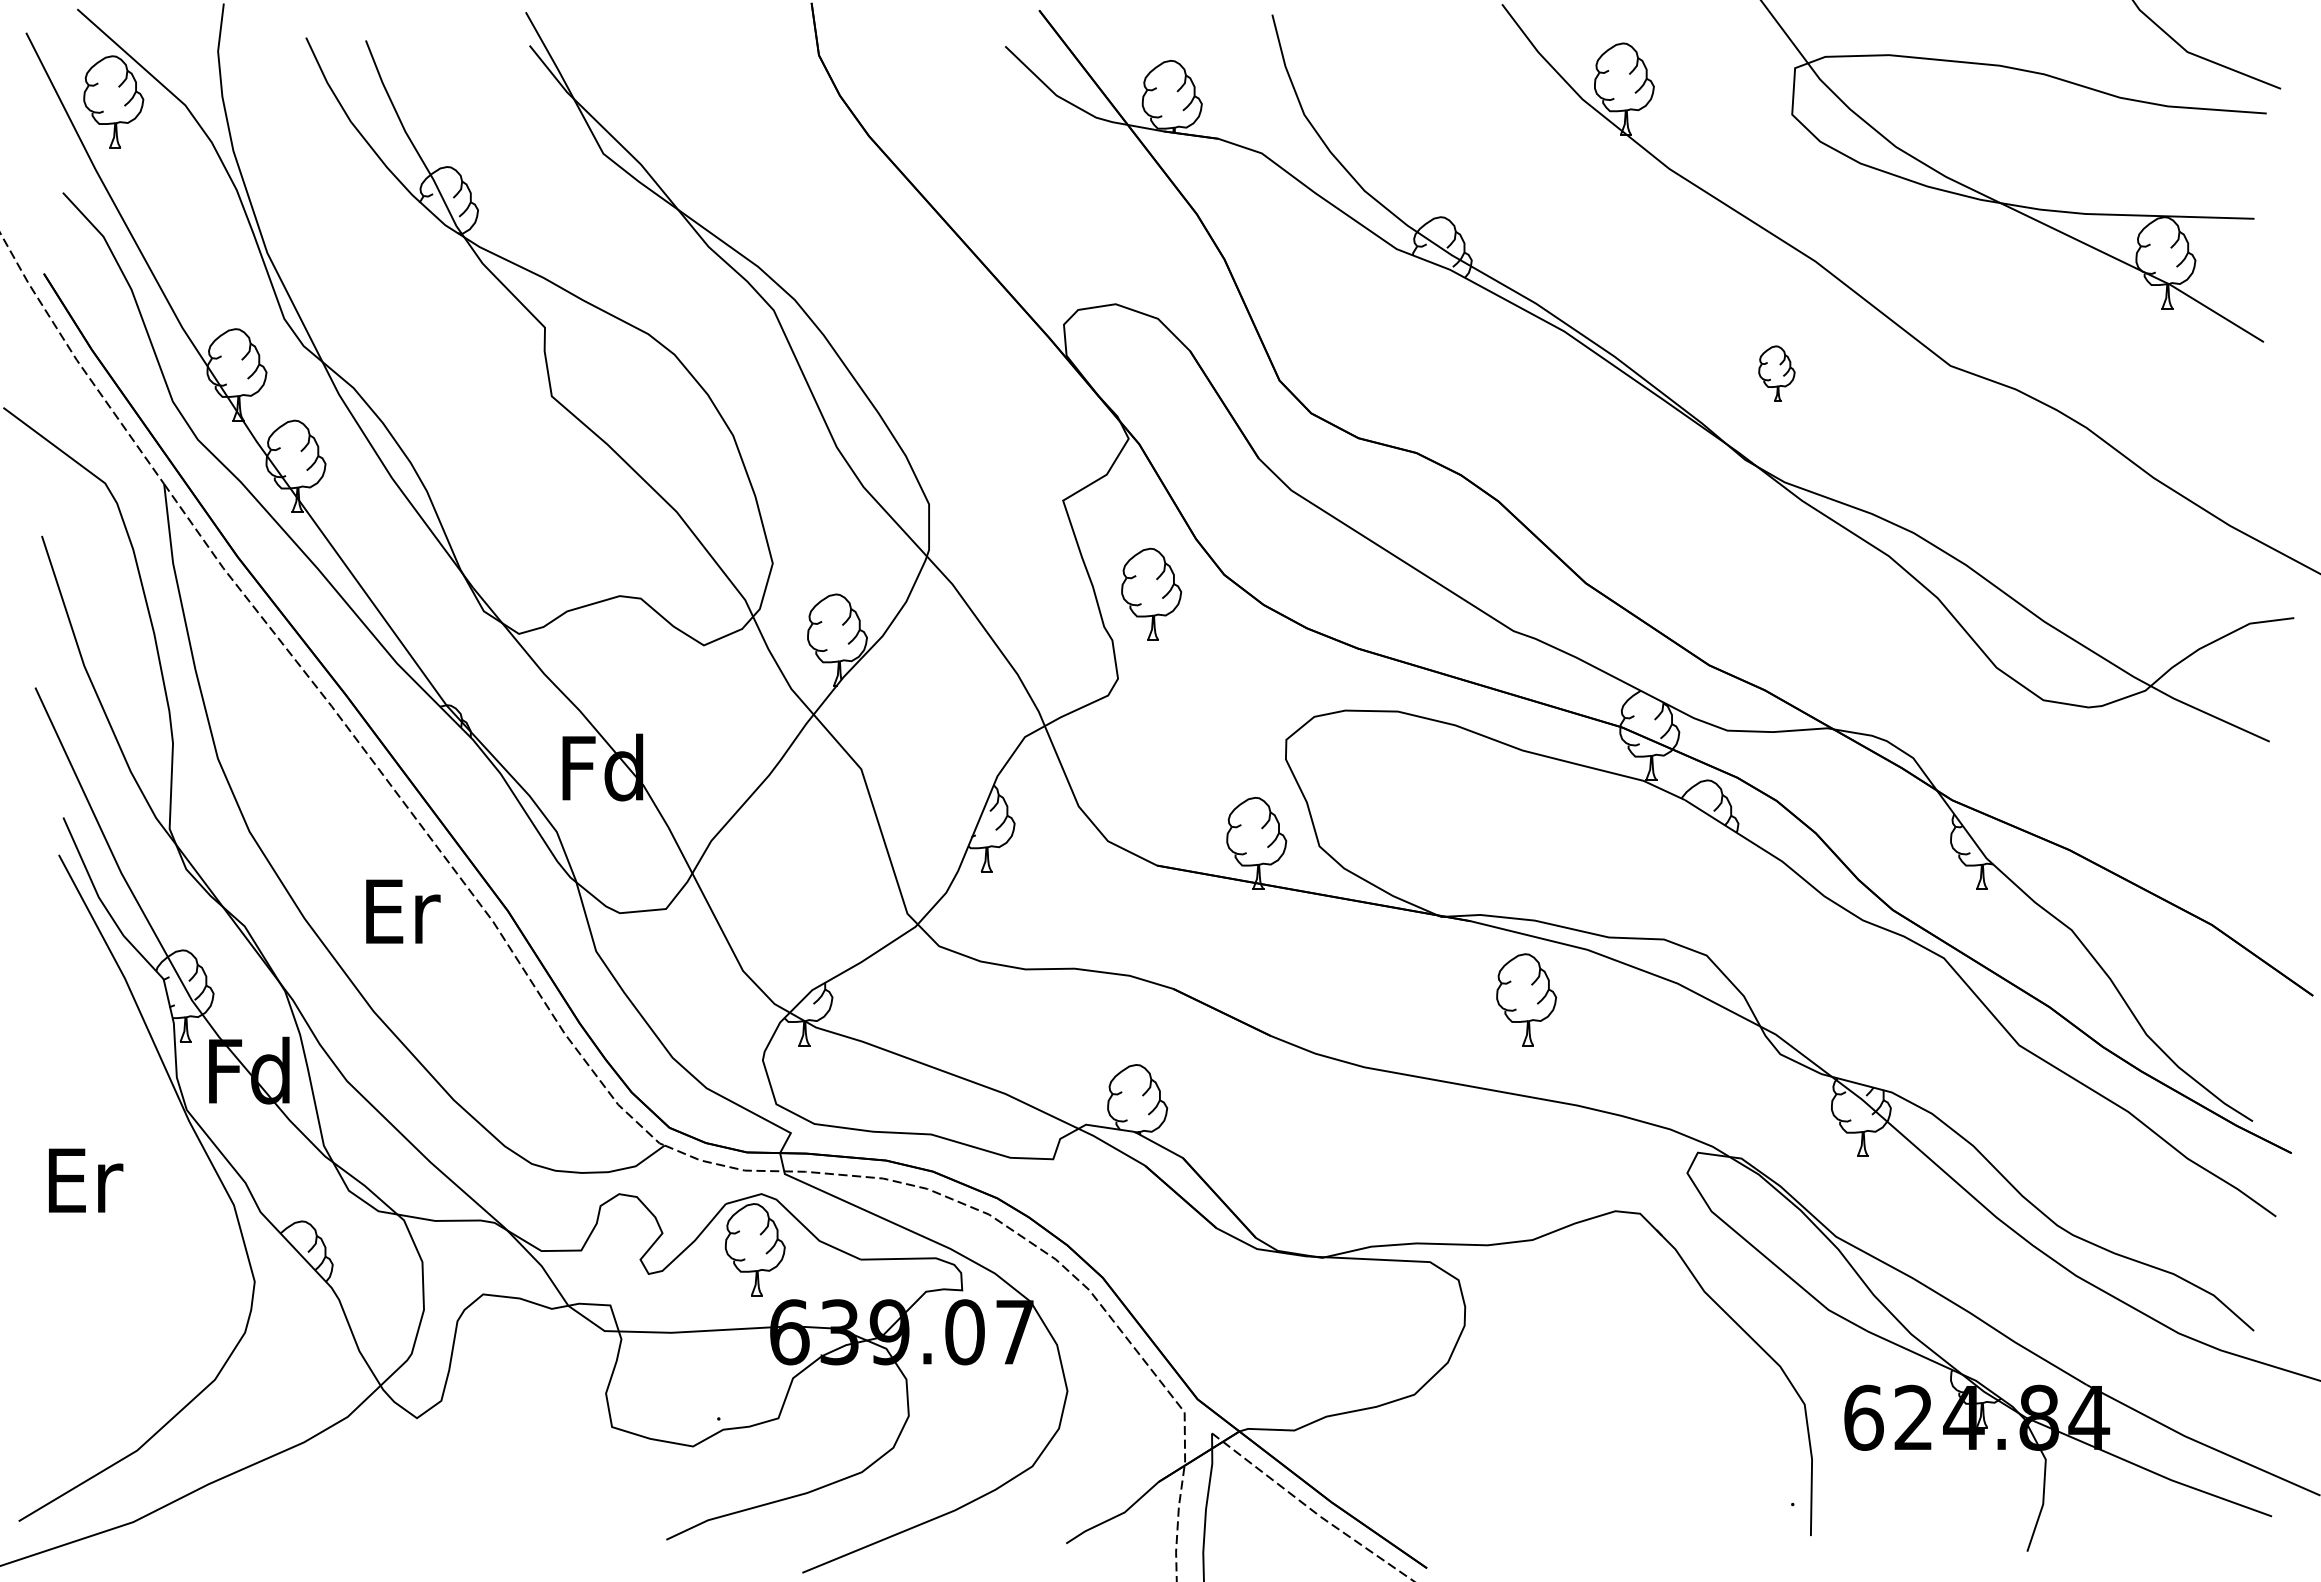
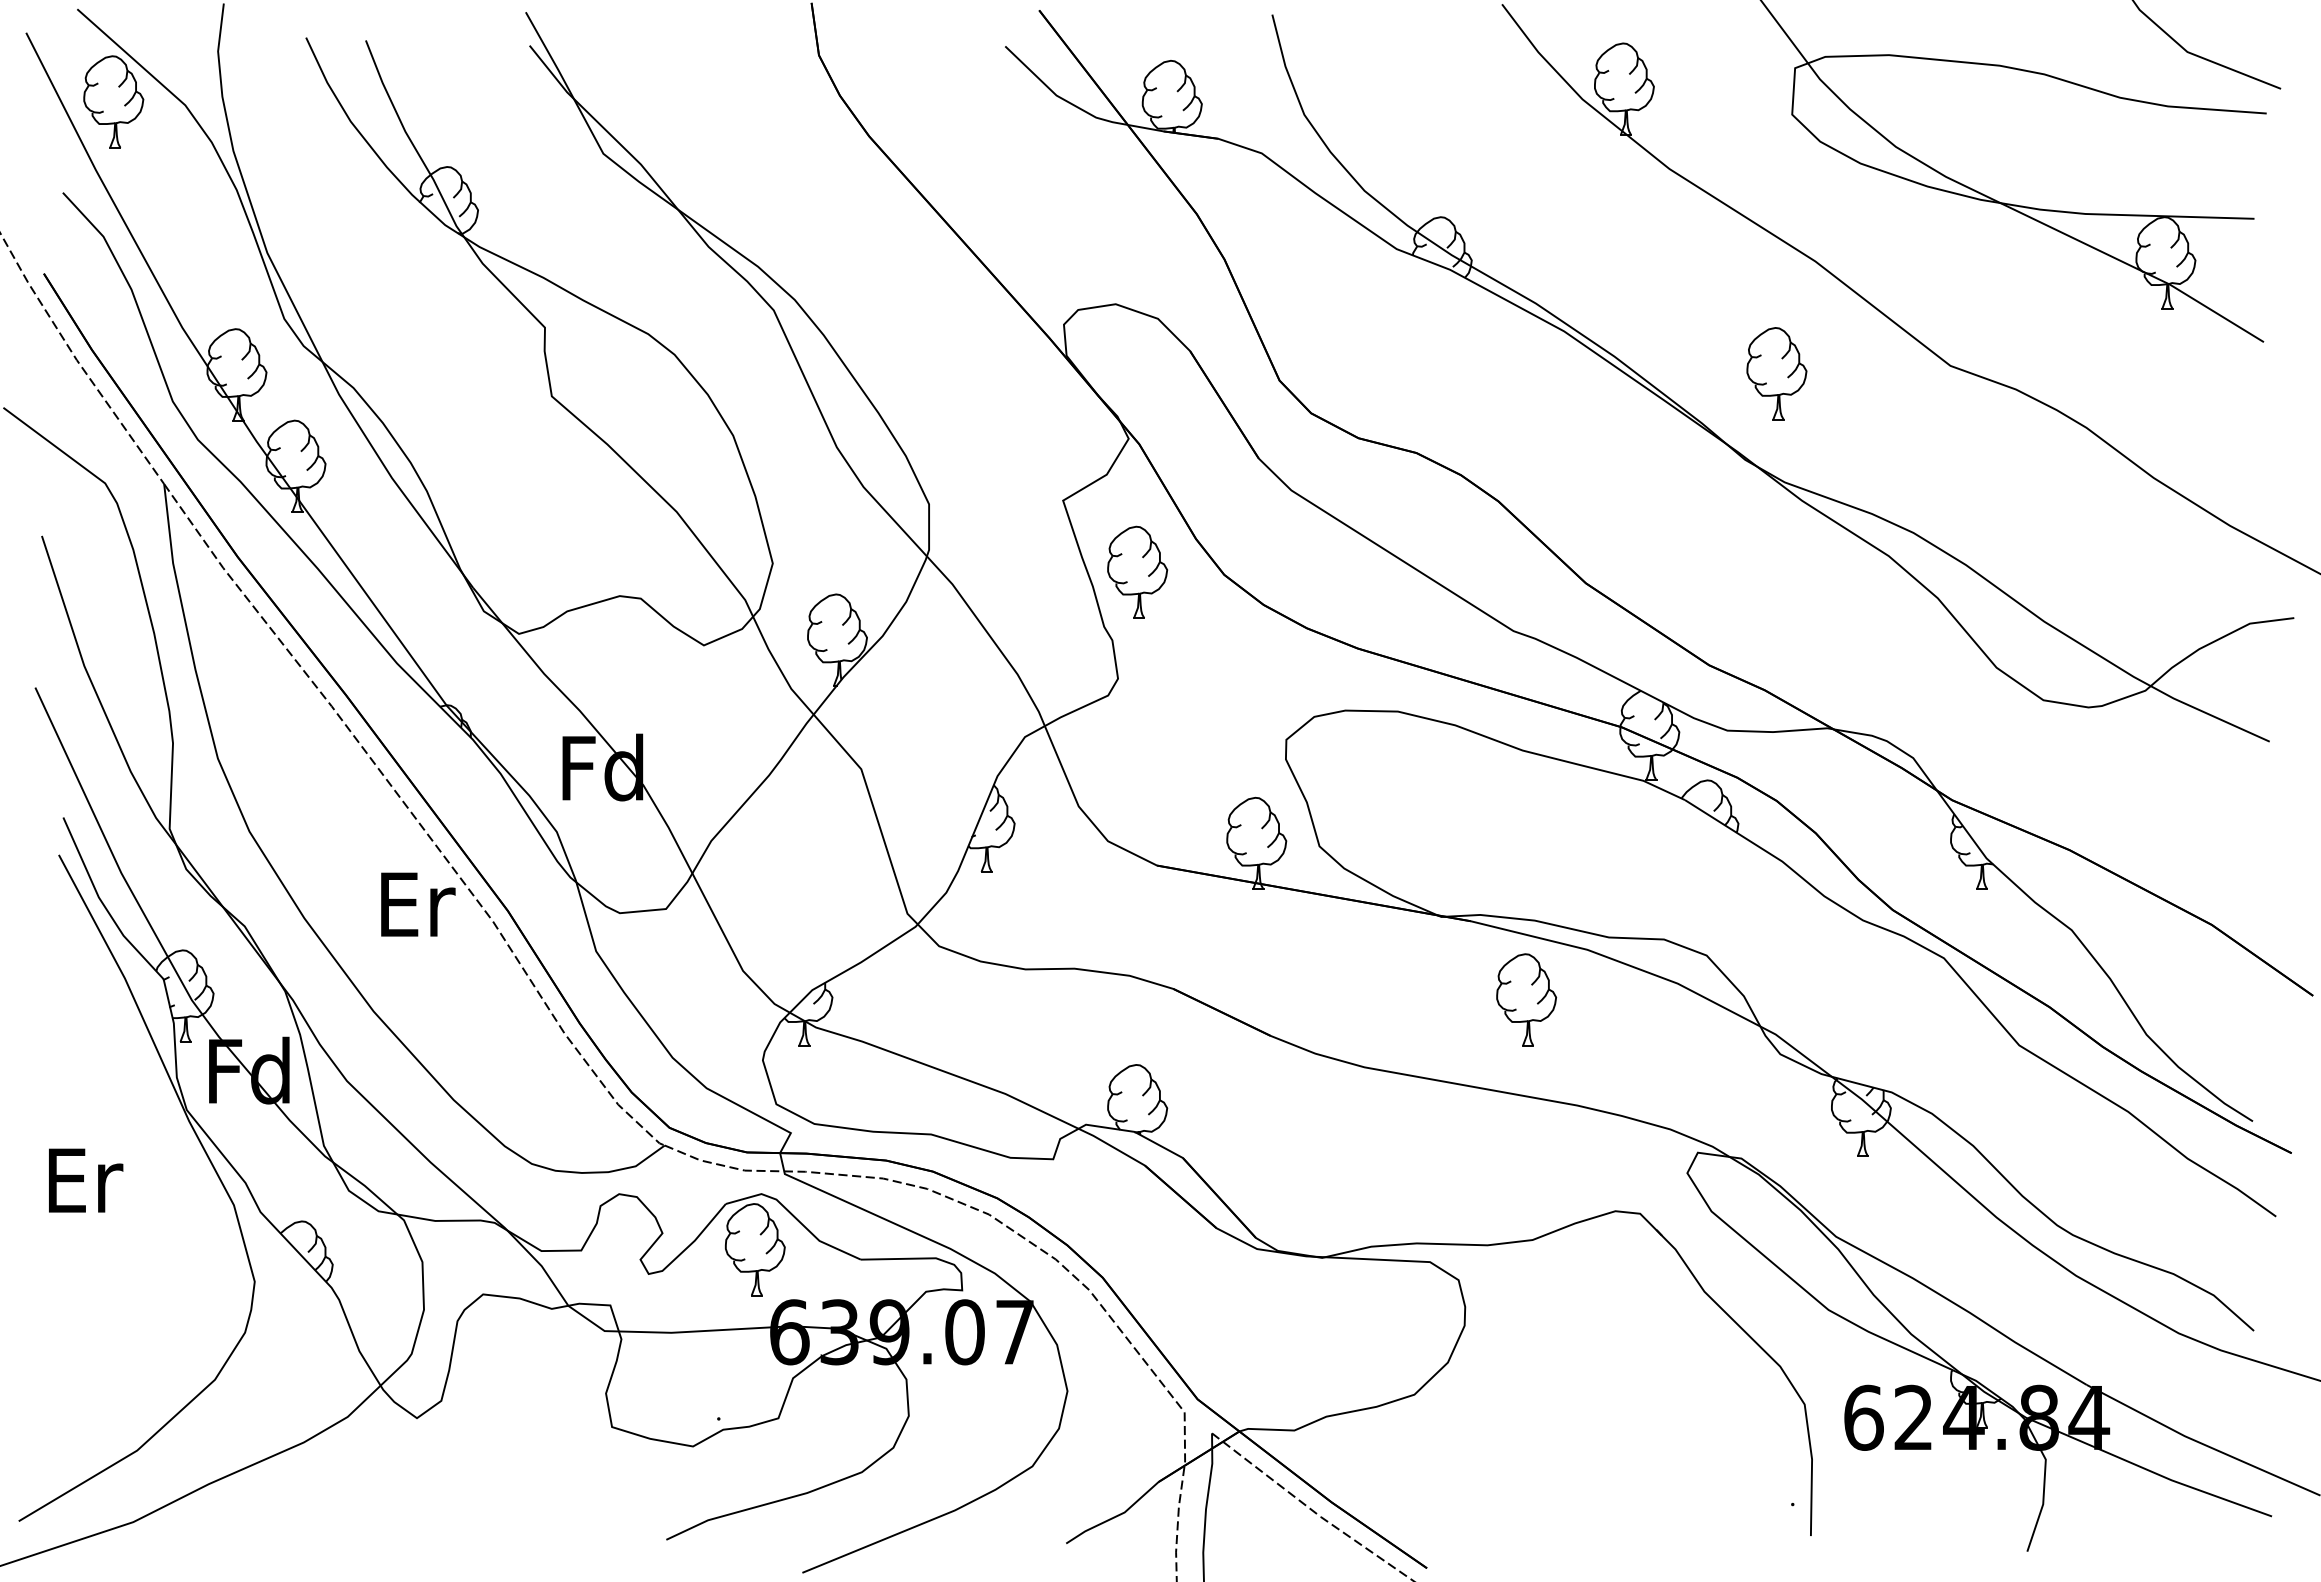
part at (1776, 373) size: 38x57 px -> 62x94 px
part at (1151, 593) position: (1151, 593) -> (1137, 571)
text at (403, 911) position: (403, 911) -> (418, 904)
